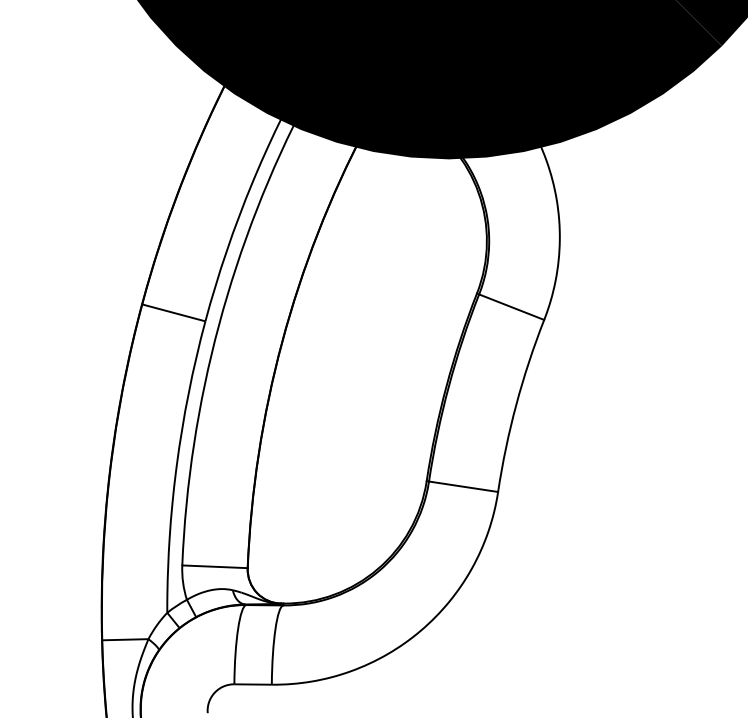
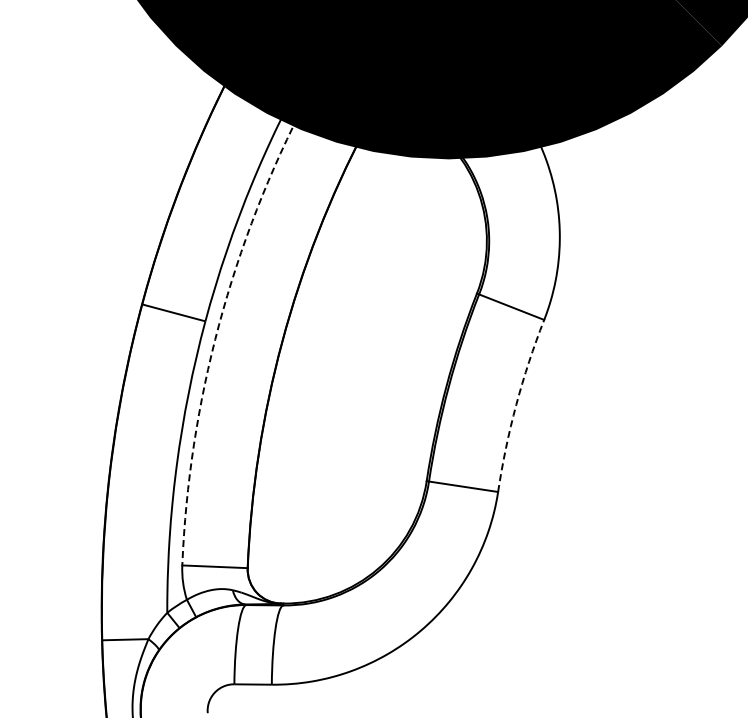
arc at (219, 325): solid -> dashed
arc at (516, 404): solid -> dashed
